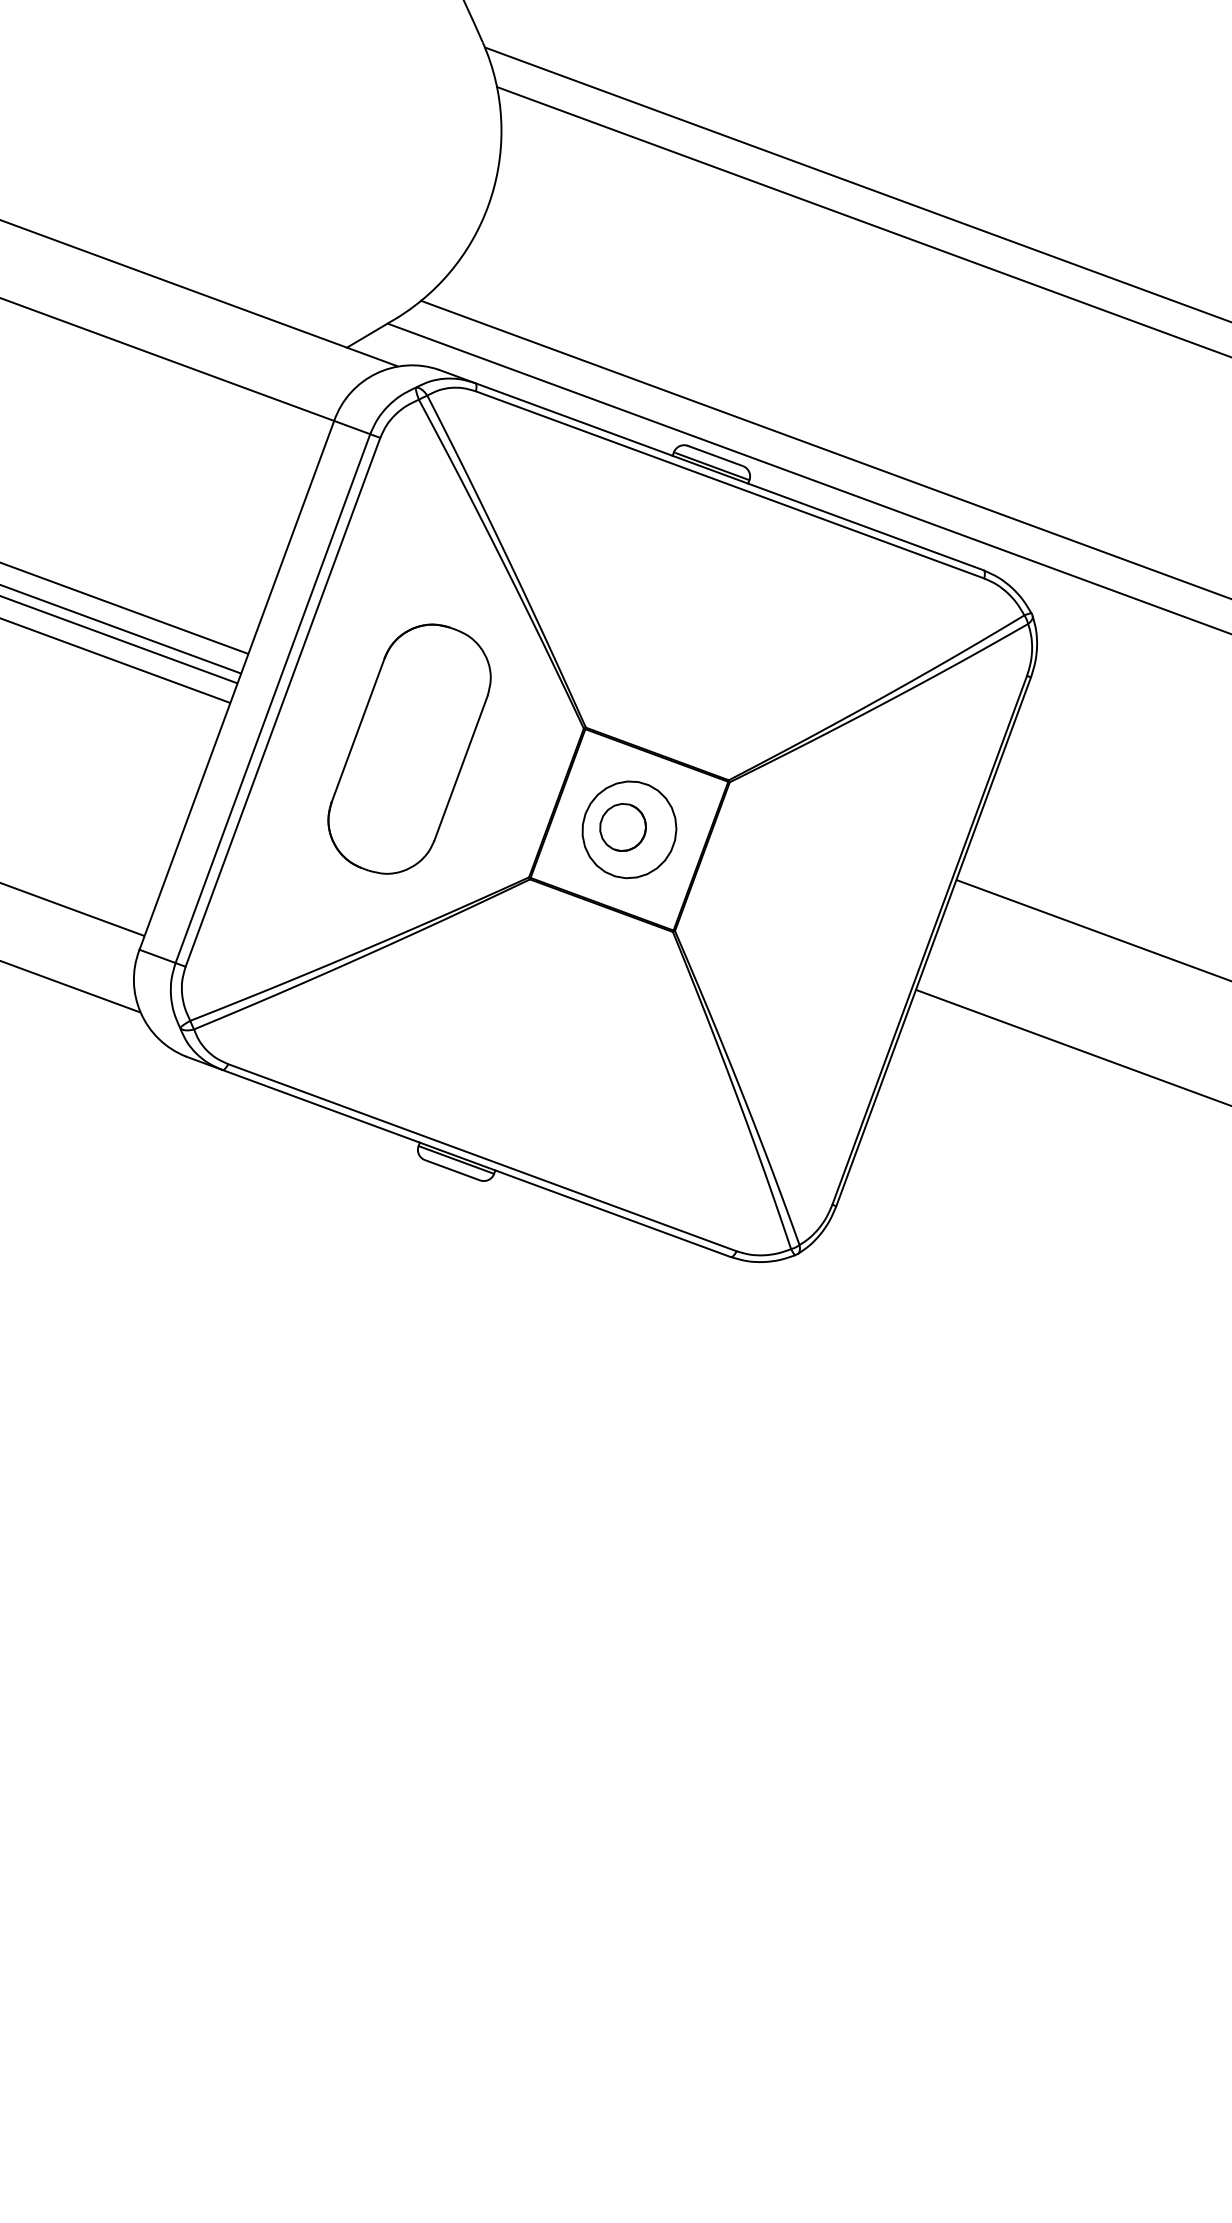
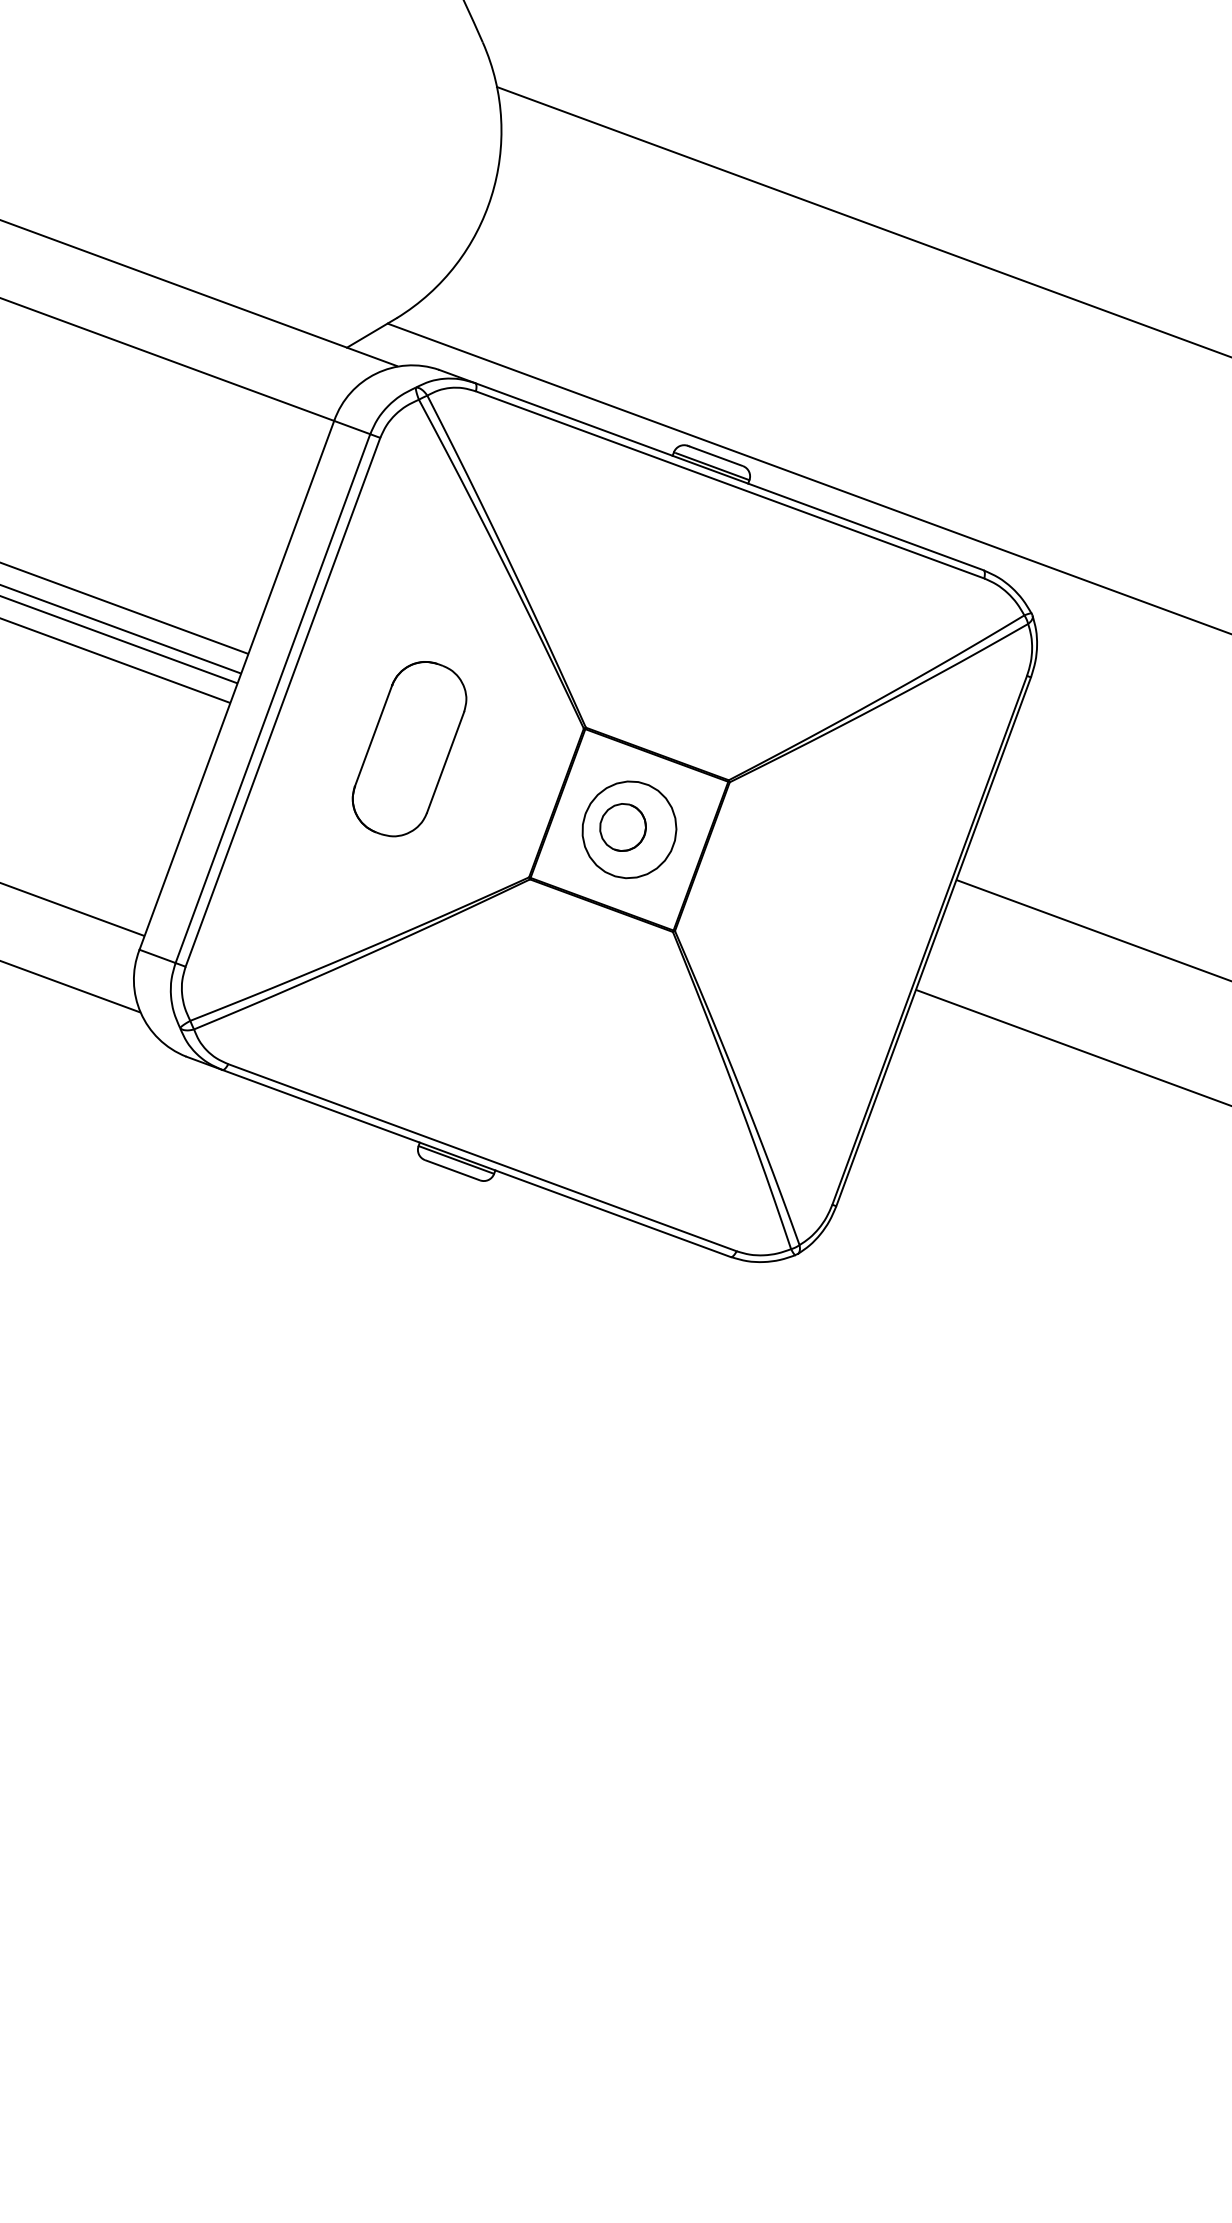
line at (856, 184): present -> none
line at (824, 449): present -> none
part at (409, 748) size: 165x252 px -> 117x177 px
